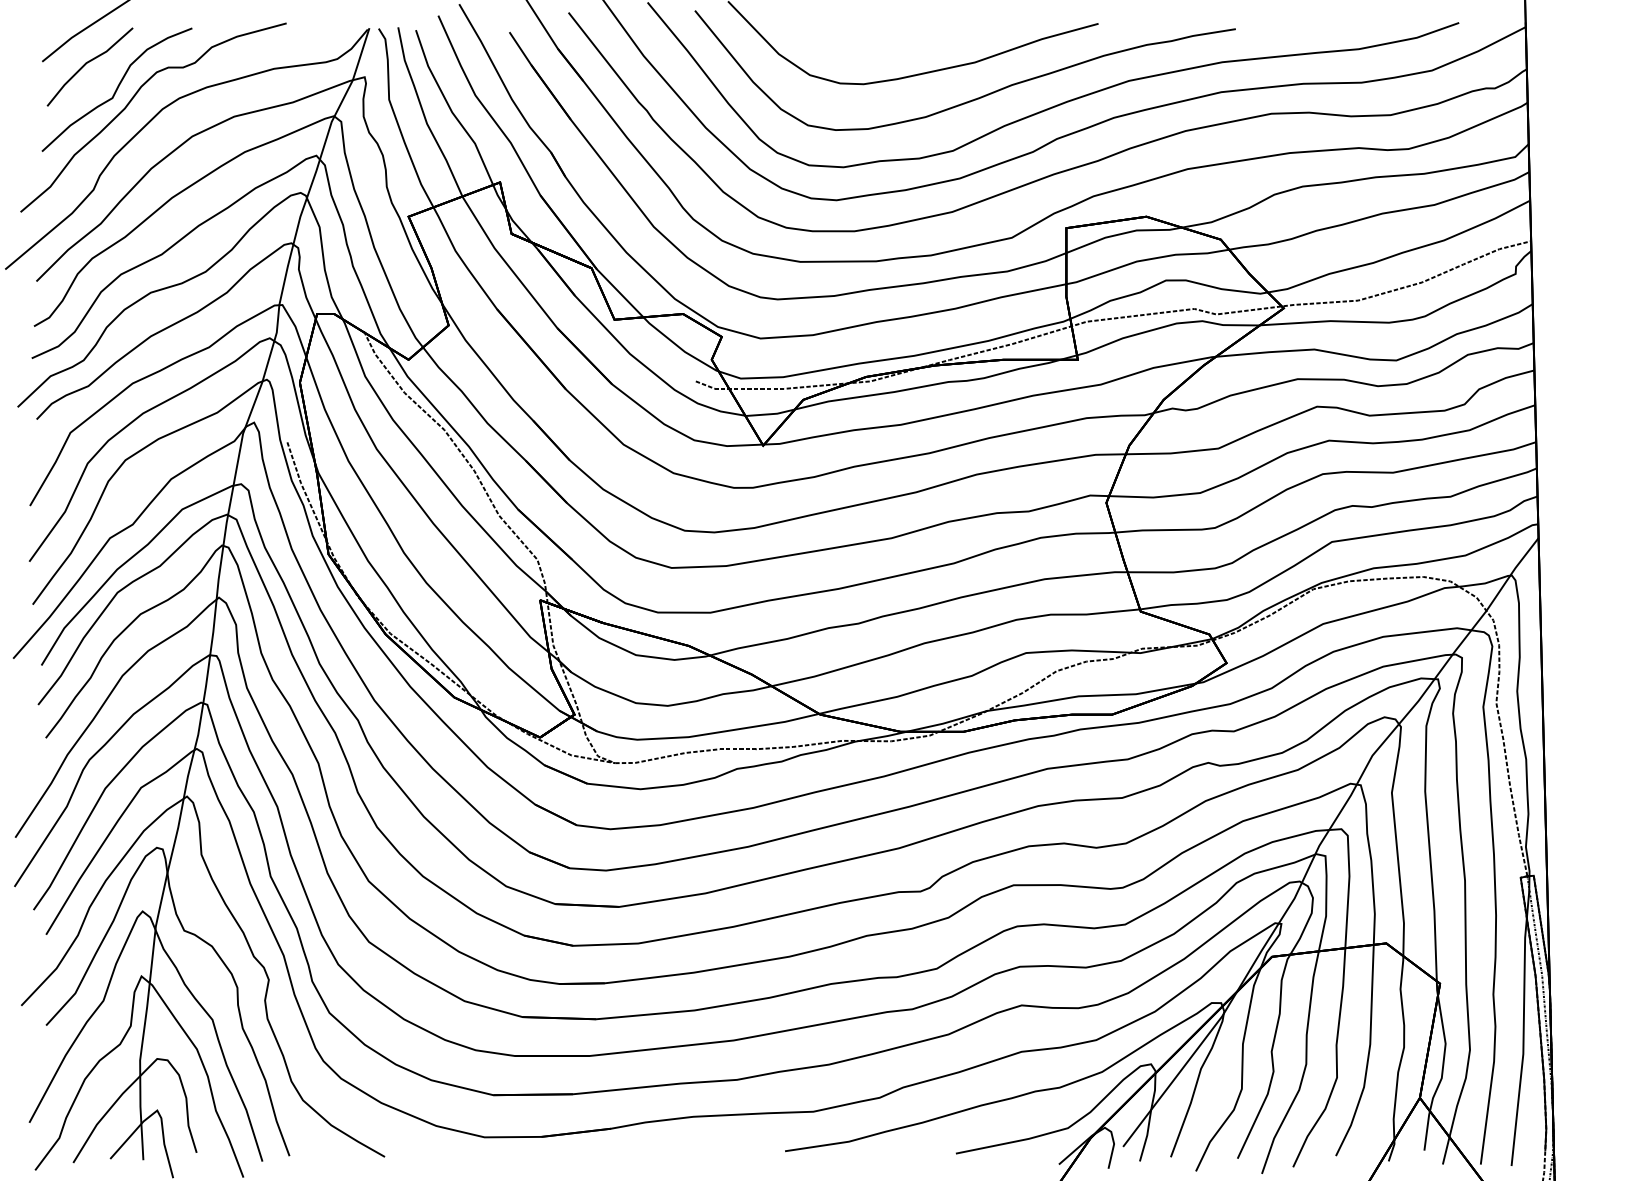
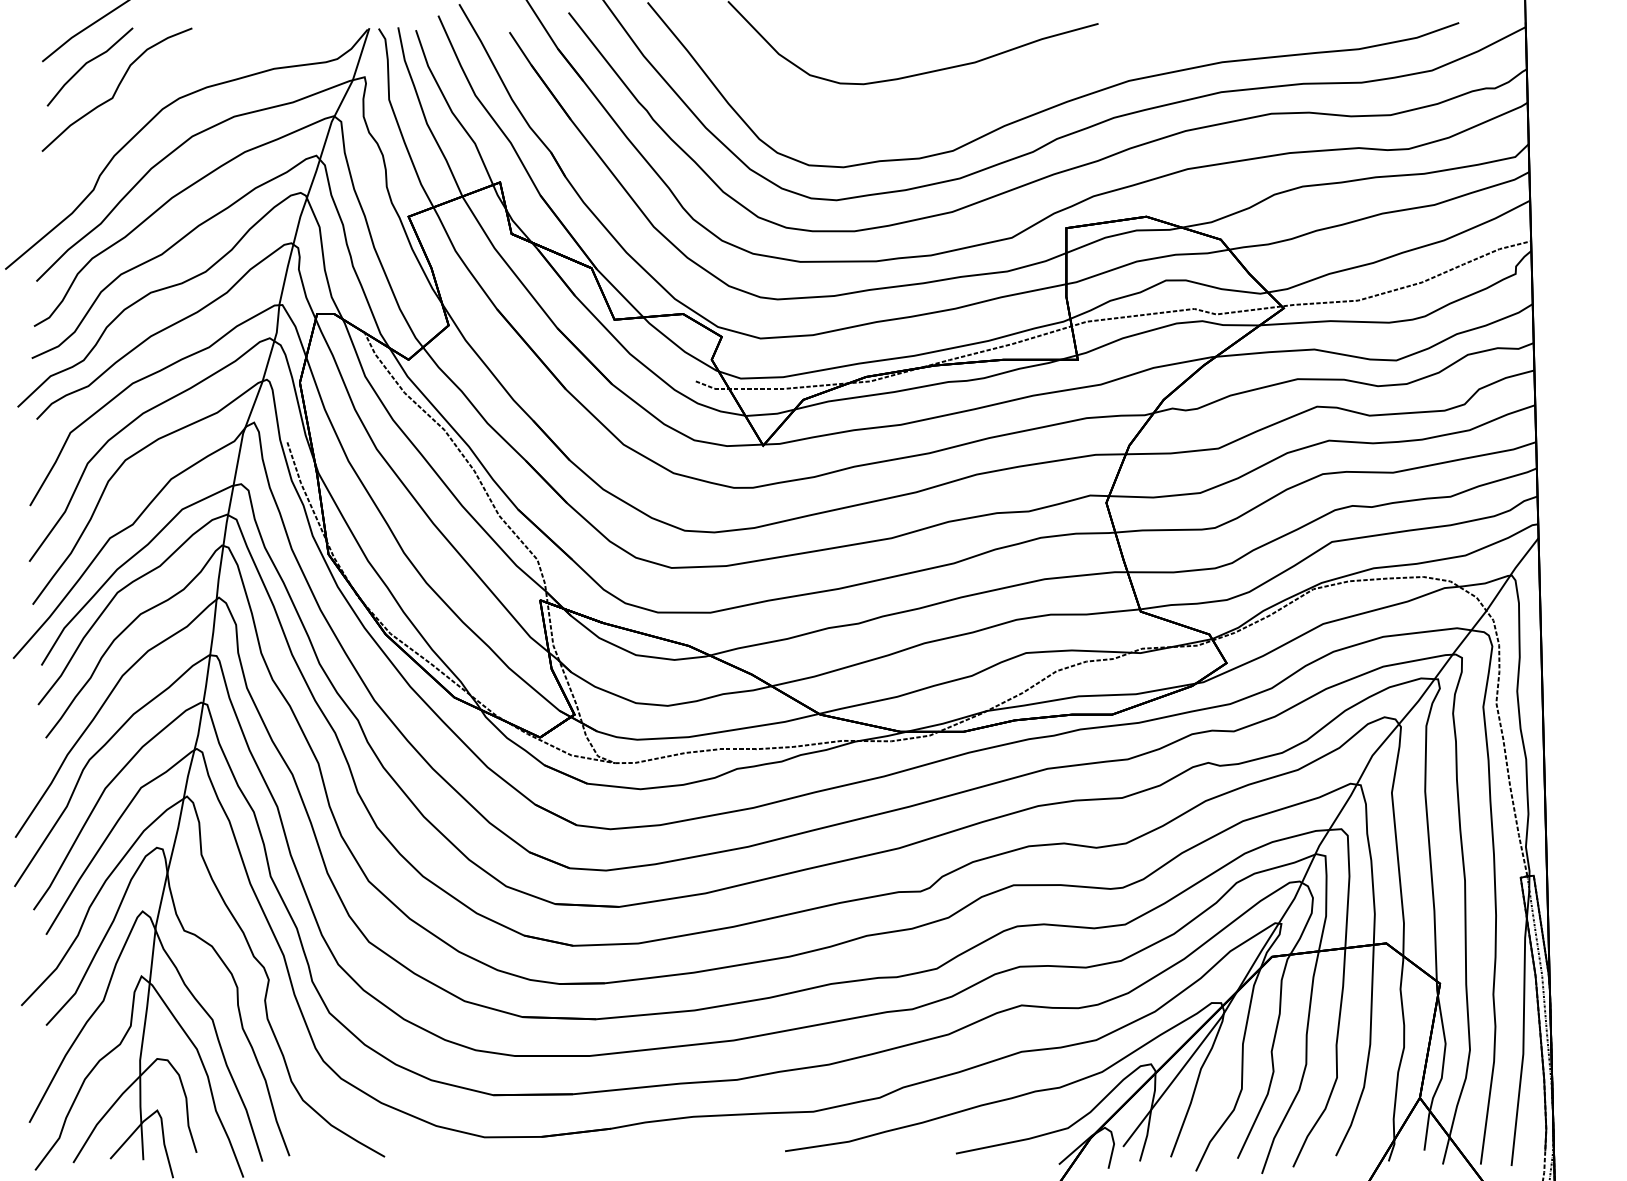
curve at (974, 98): present -> none
curve at (132, 100): present -> none
